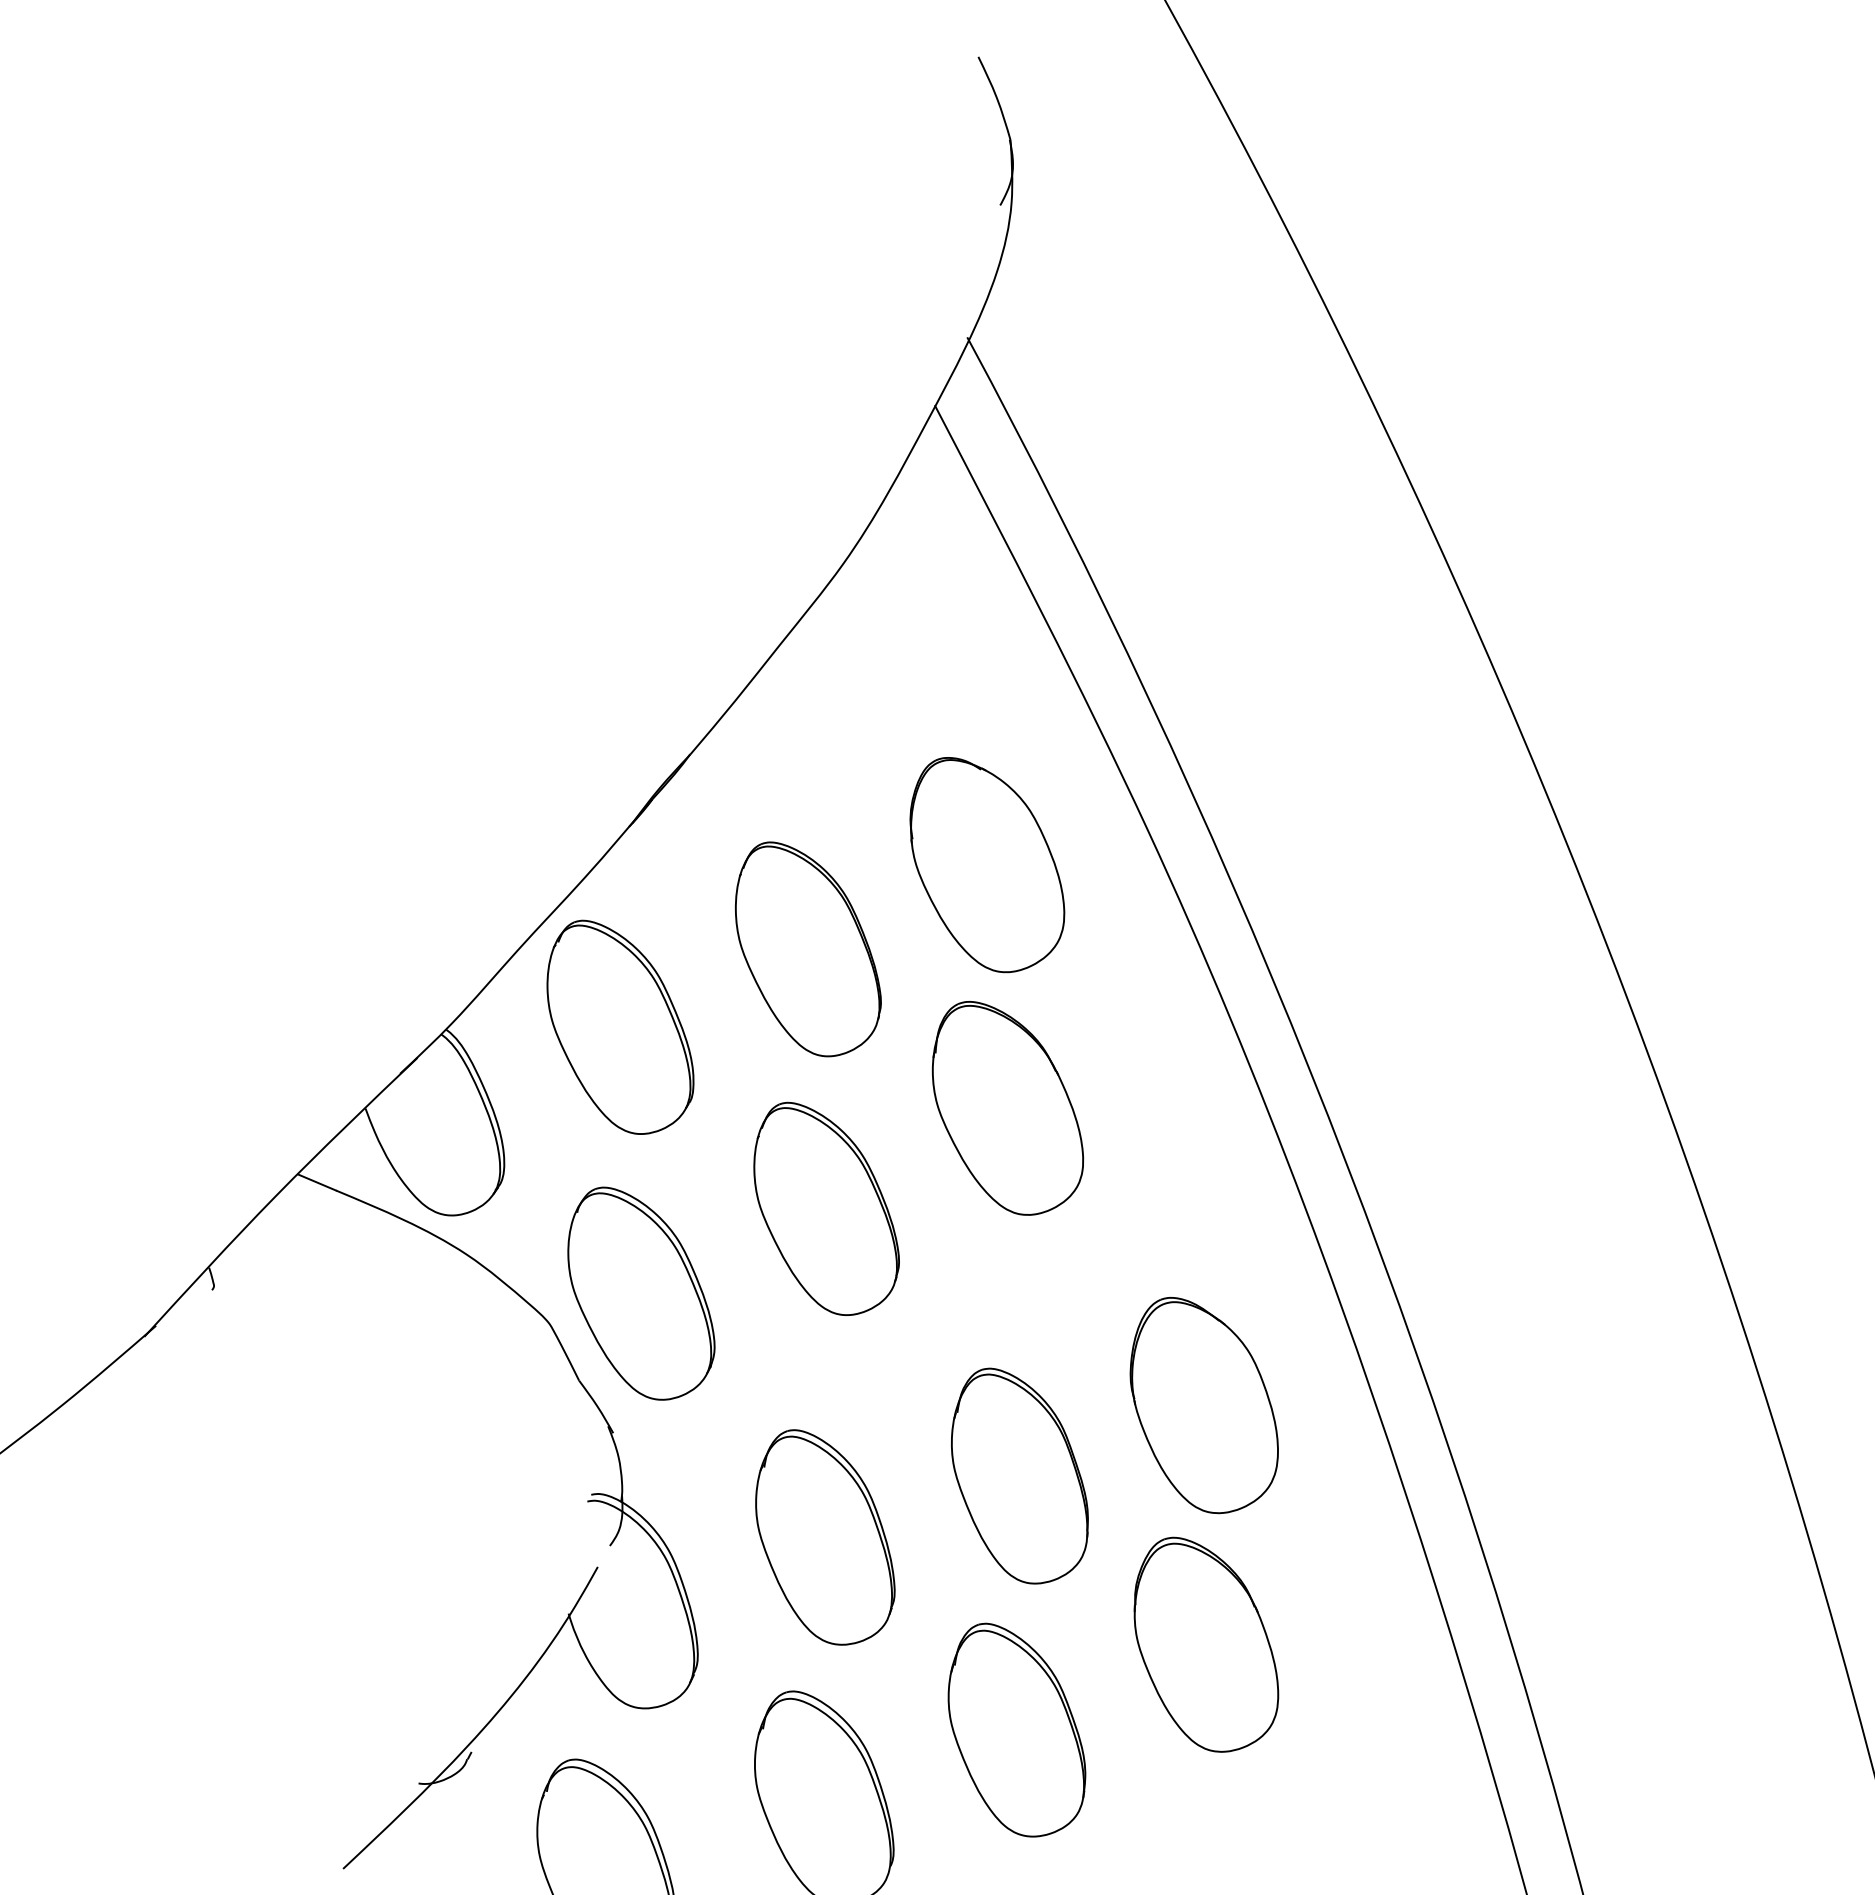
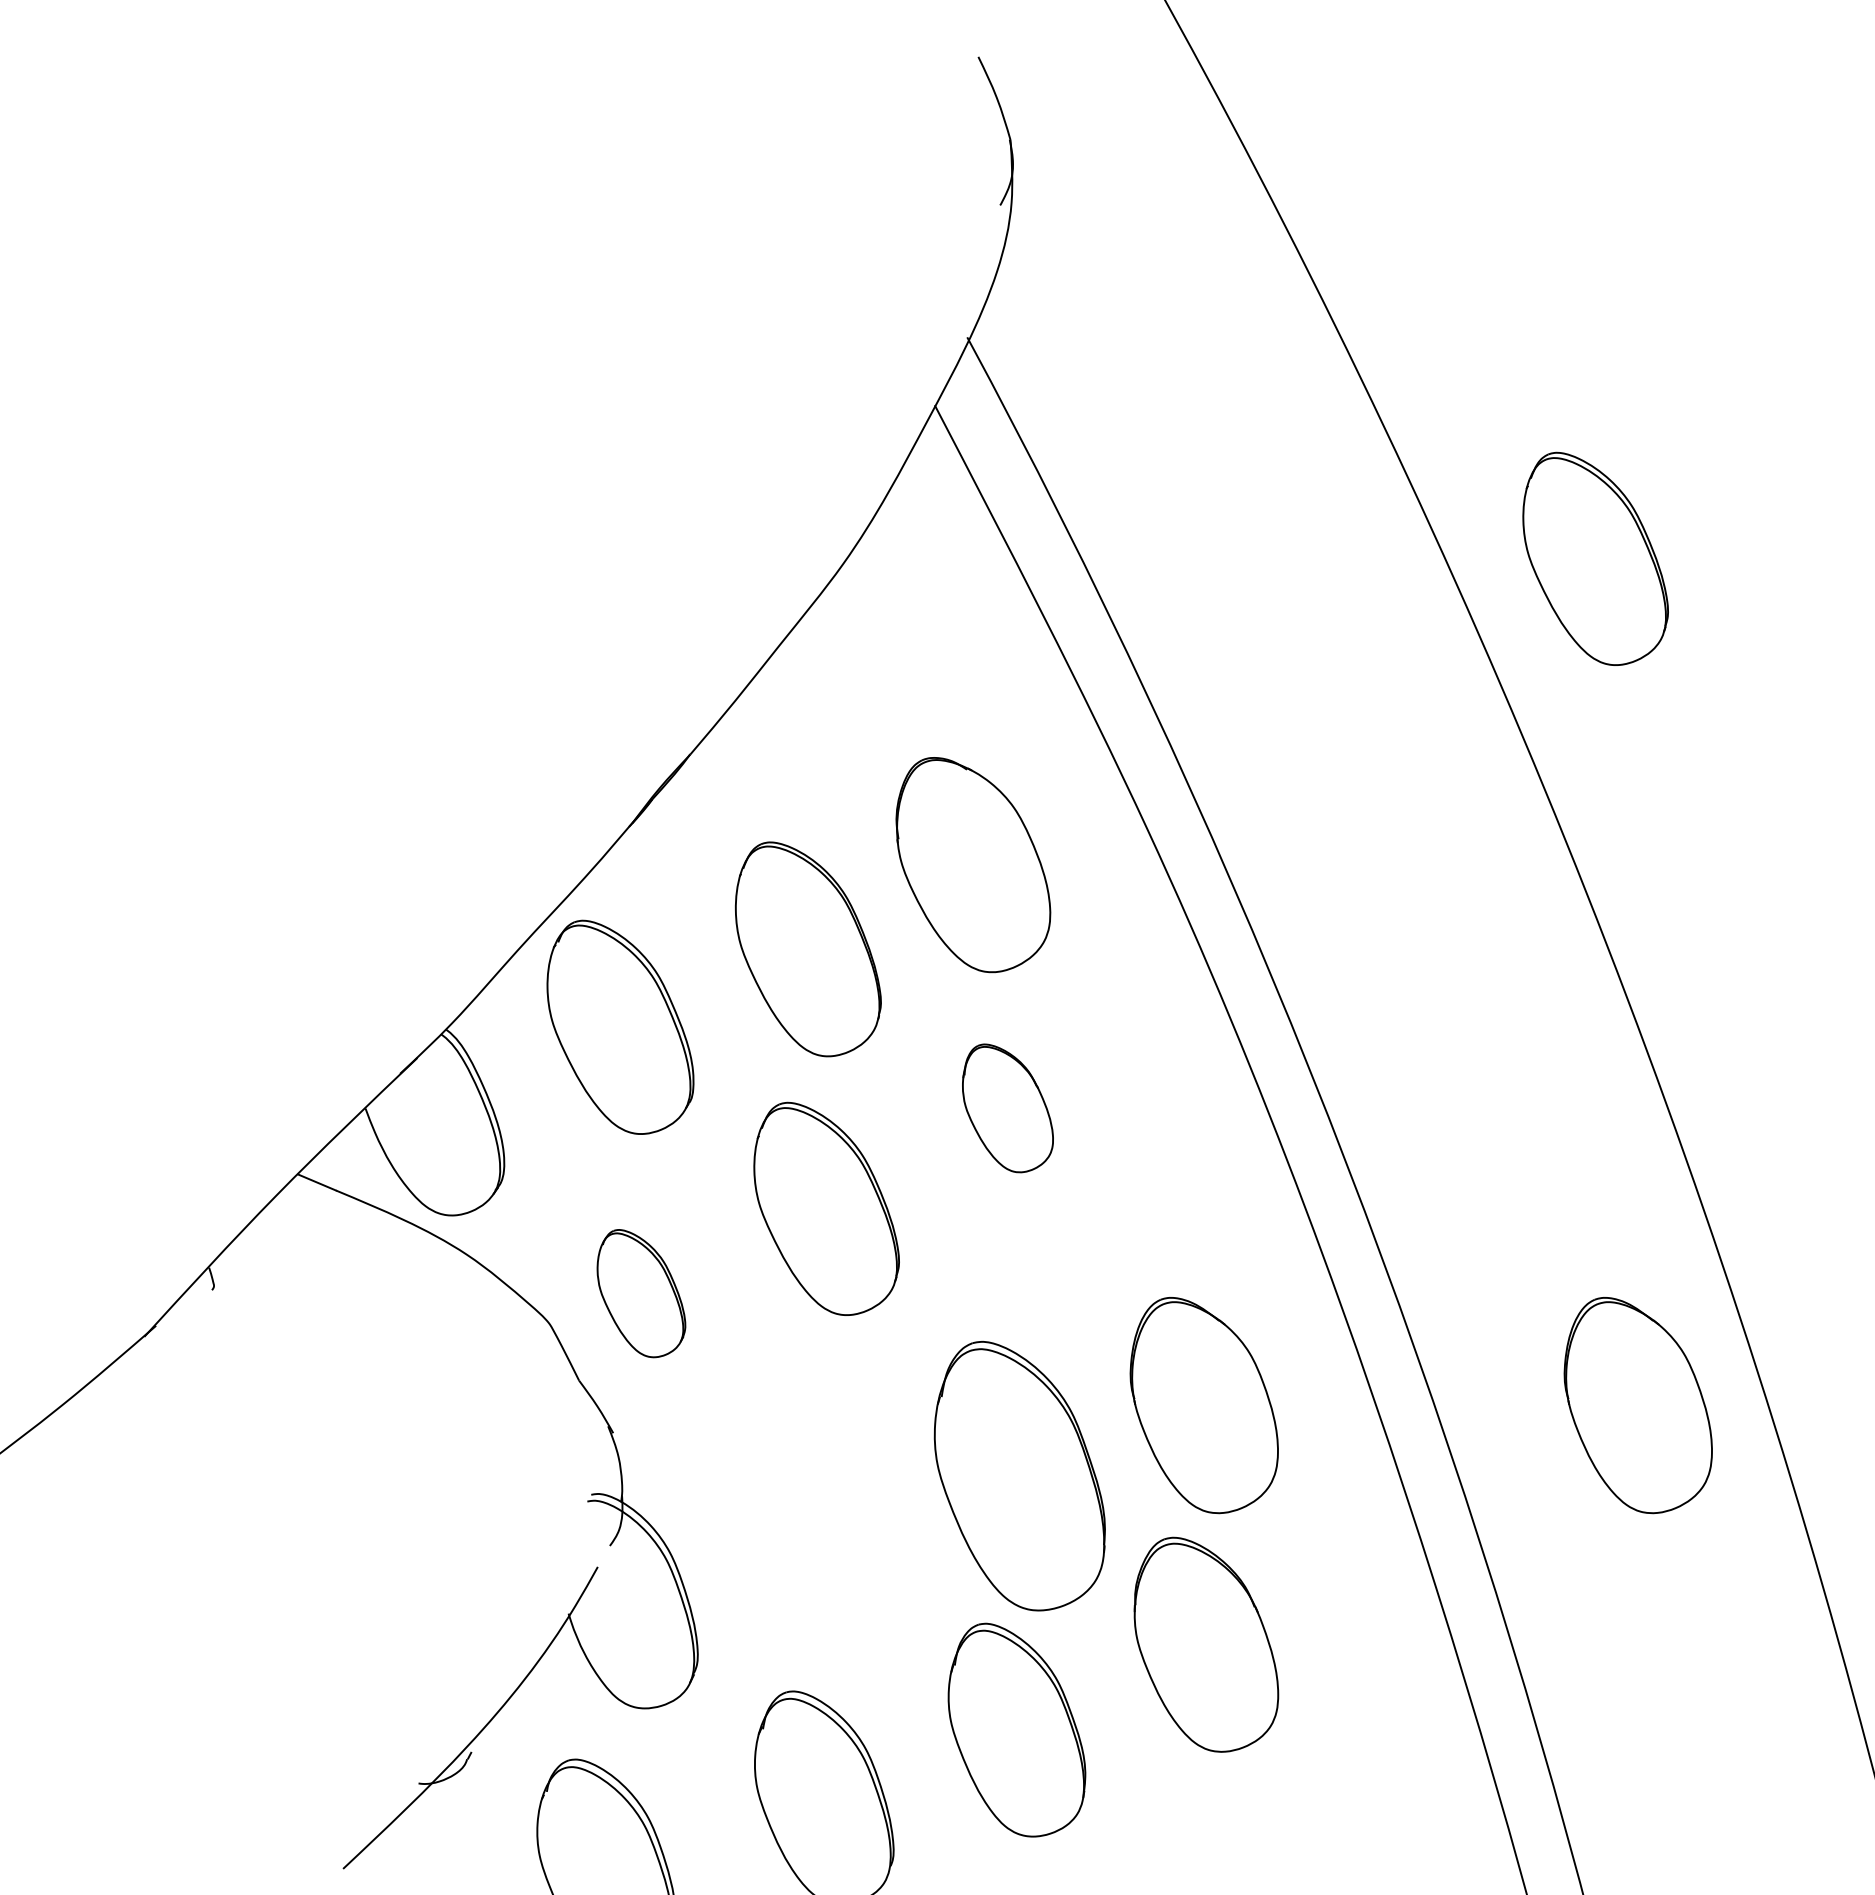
part at (1595, 558): none -> present
part at (987, 865) position: (987, 865) -> (973, 865)
part at (1007, 1108) size: 154x215 px -> 92x131 px
part at (641, 1293) size: 149x215 px -> 91x130 px
part at (1637, 1405): none -> present
part at (1019, 1475) size: 138x218 px -> 173x271 px
part at (825, 1537): present -> none
